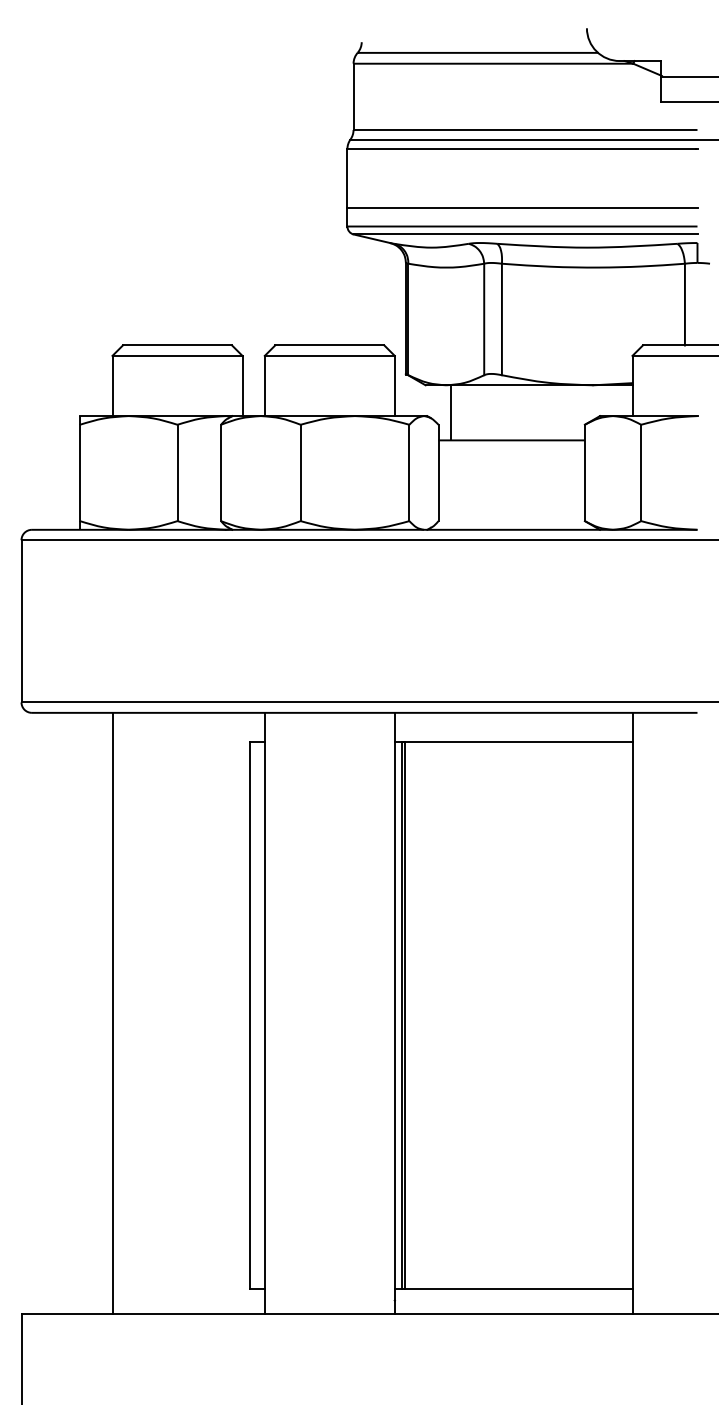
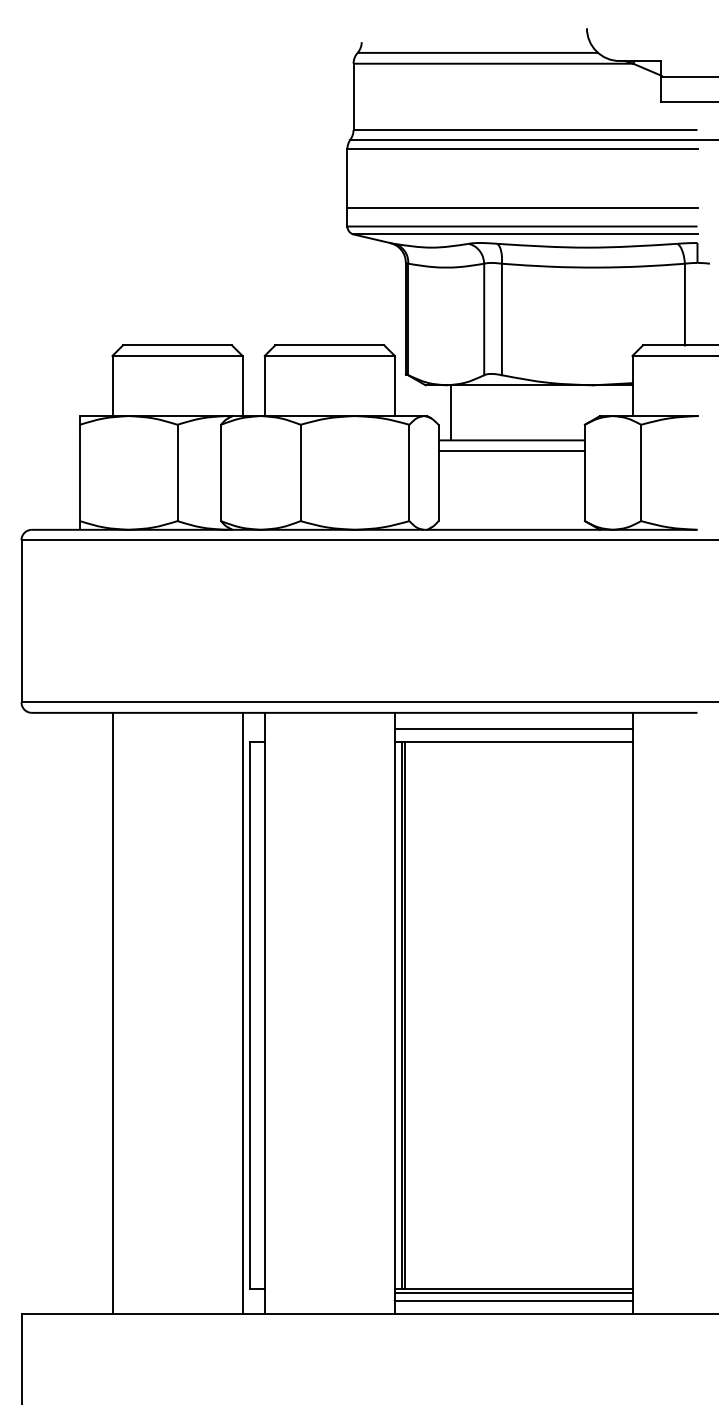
line at (511, 450): none -> present
line at (513, 729): none -> present
line at (242, 1012): none -> present
line at (513, 1292): none -> present
line at (513, 1300): none -> present
